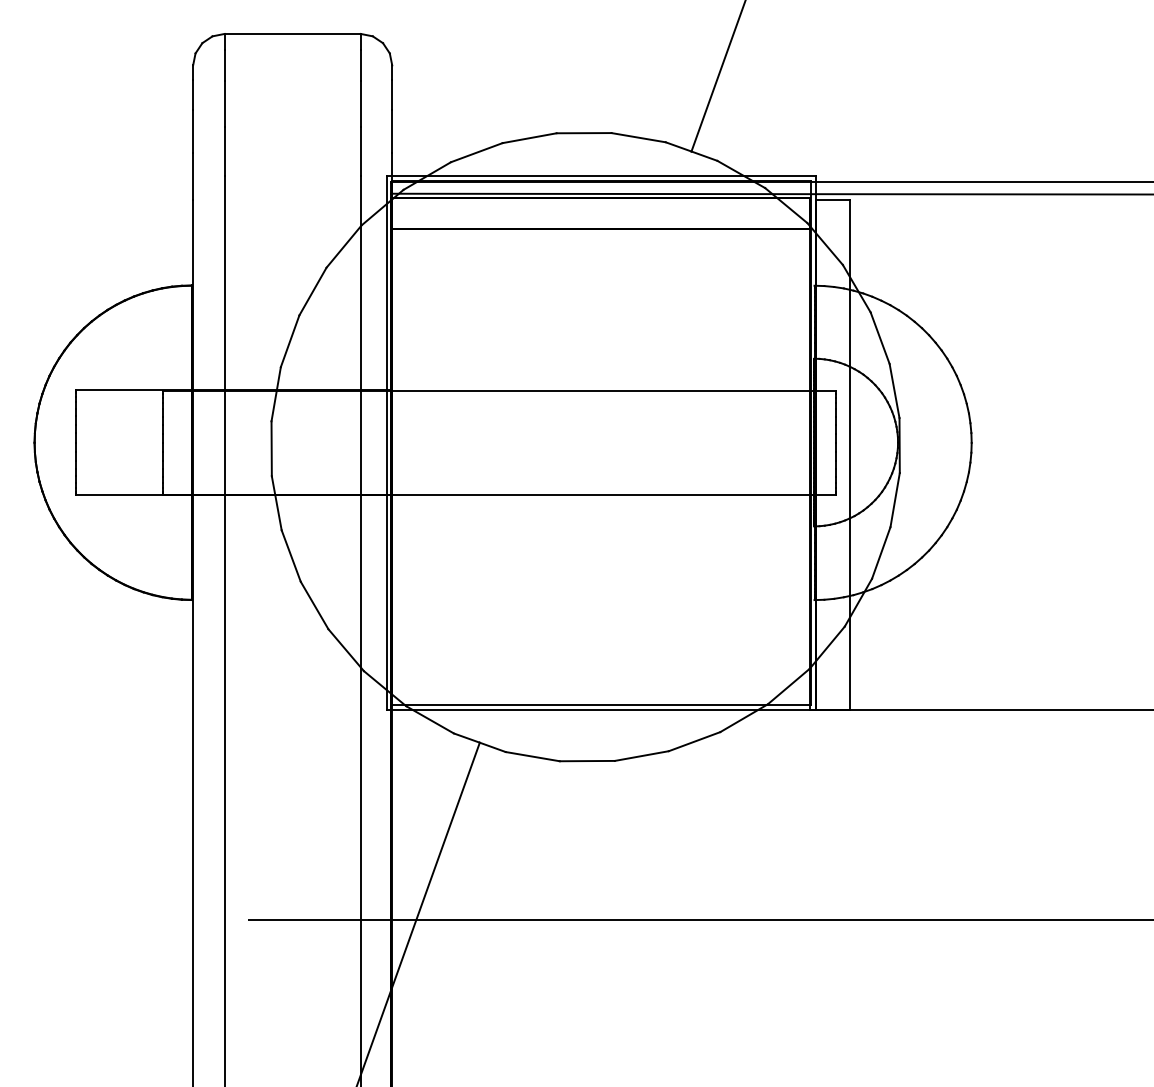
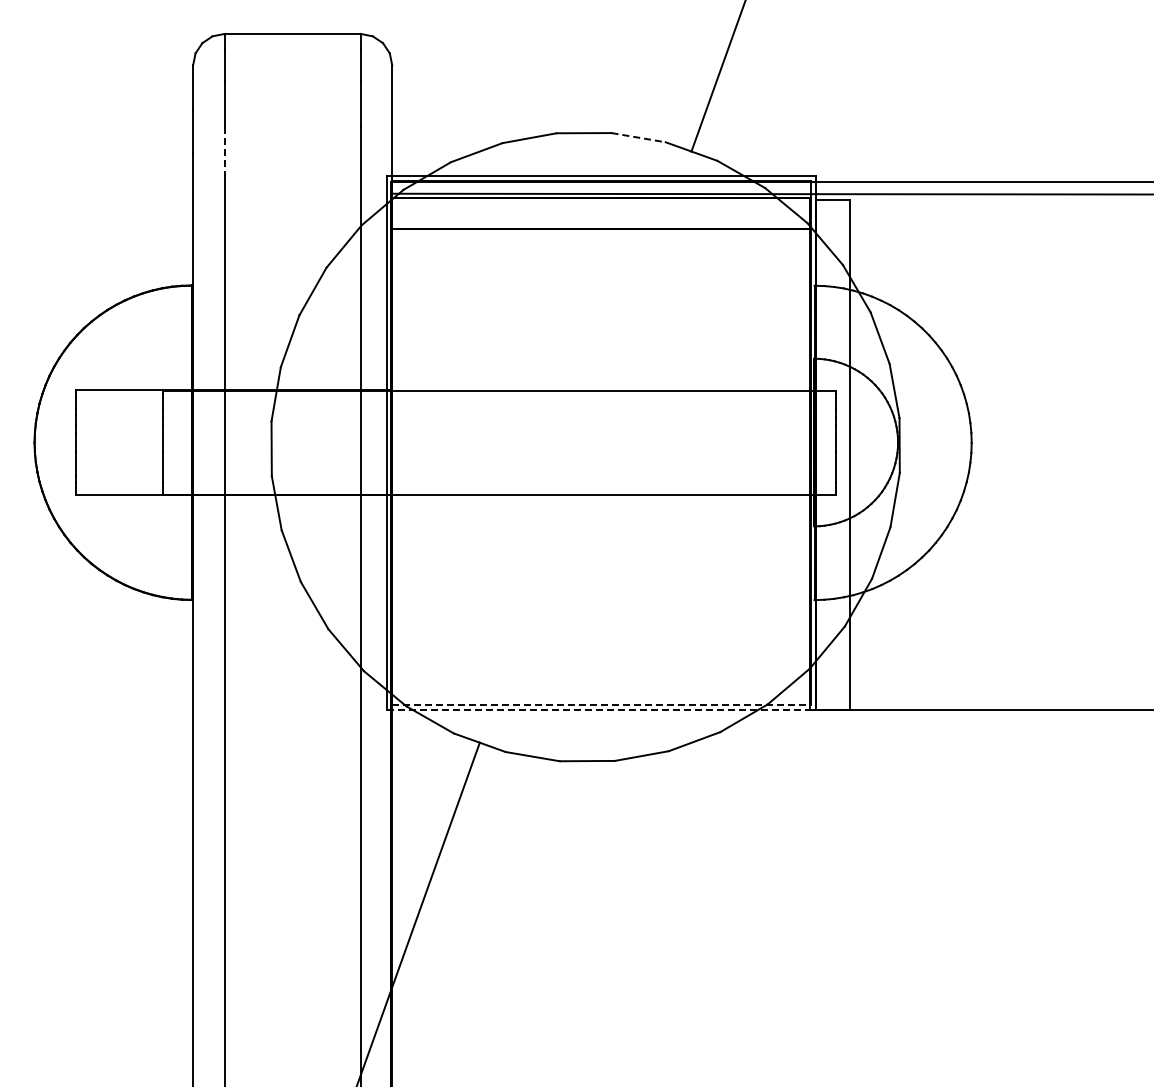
line at (639, 137): solid -> dashed
line at (224, 151): solid -> dashed
line at (601, 704): solid -> dashed
line at (601, 710): solid -> dashed
line at (699, 920): present -> none
